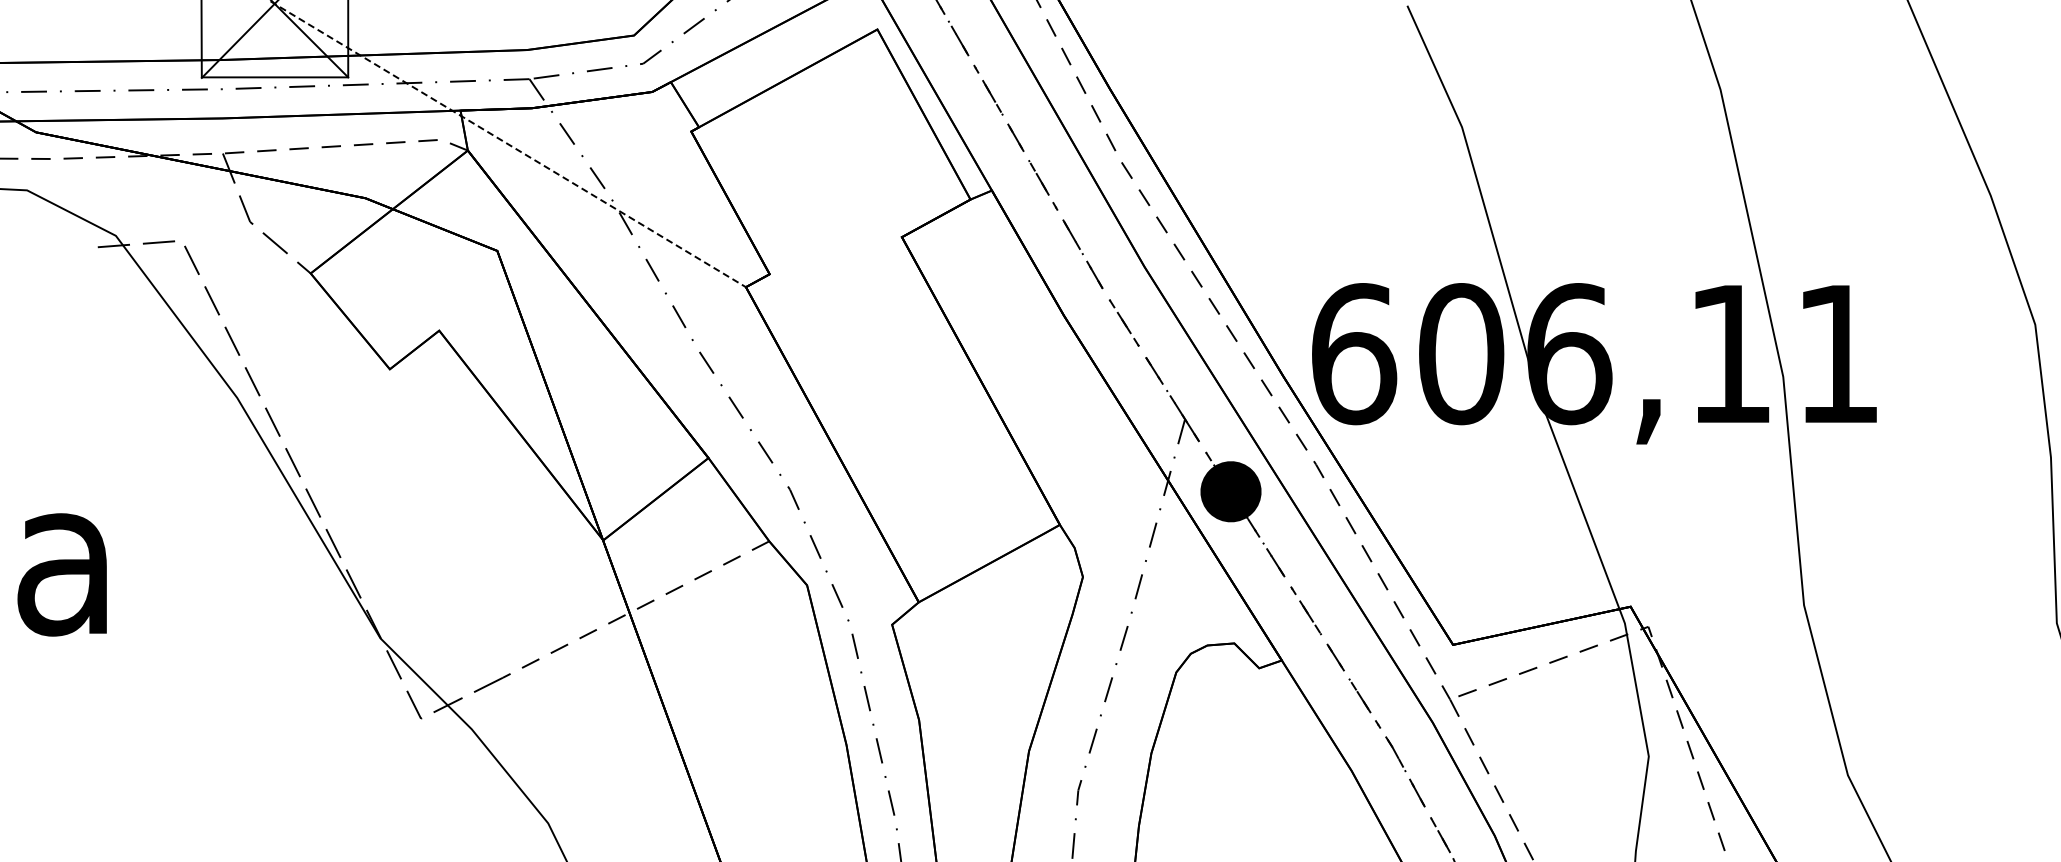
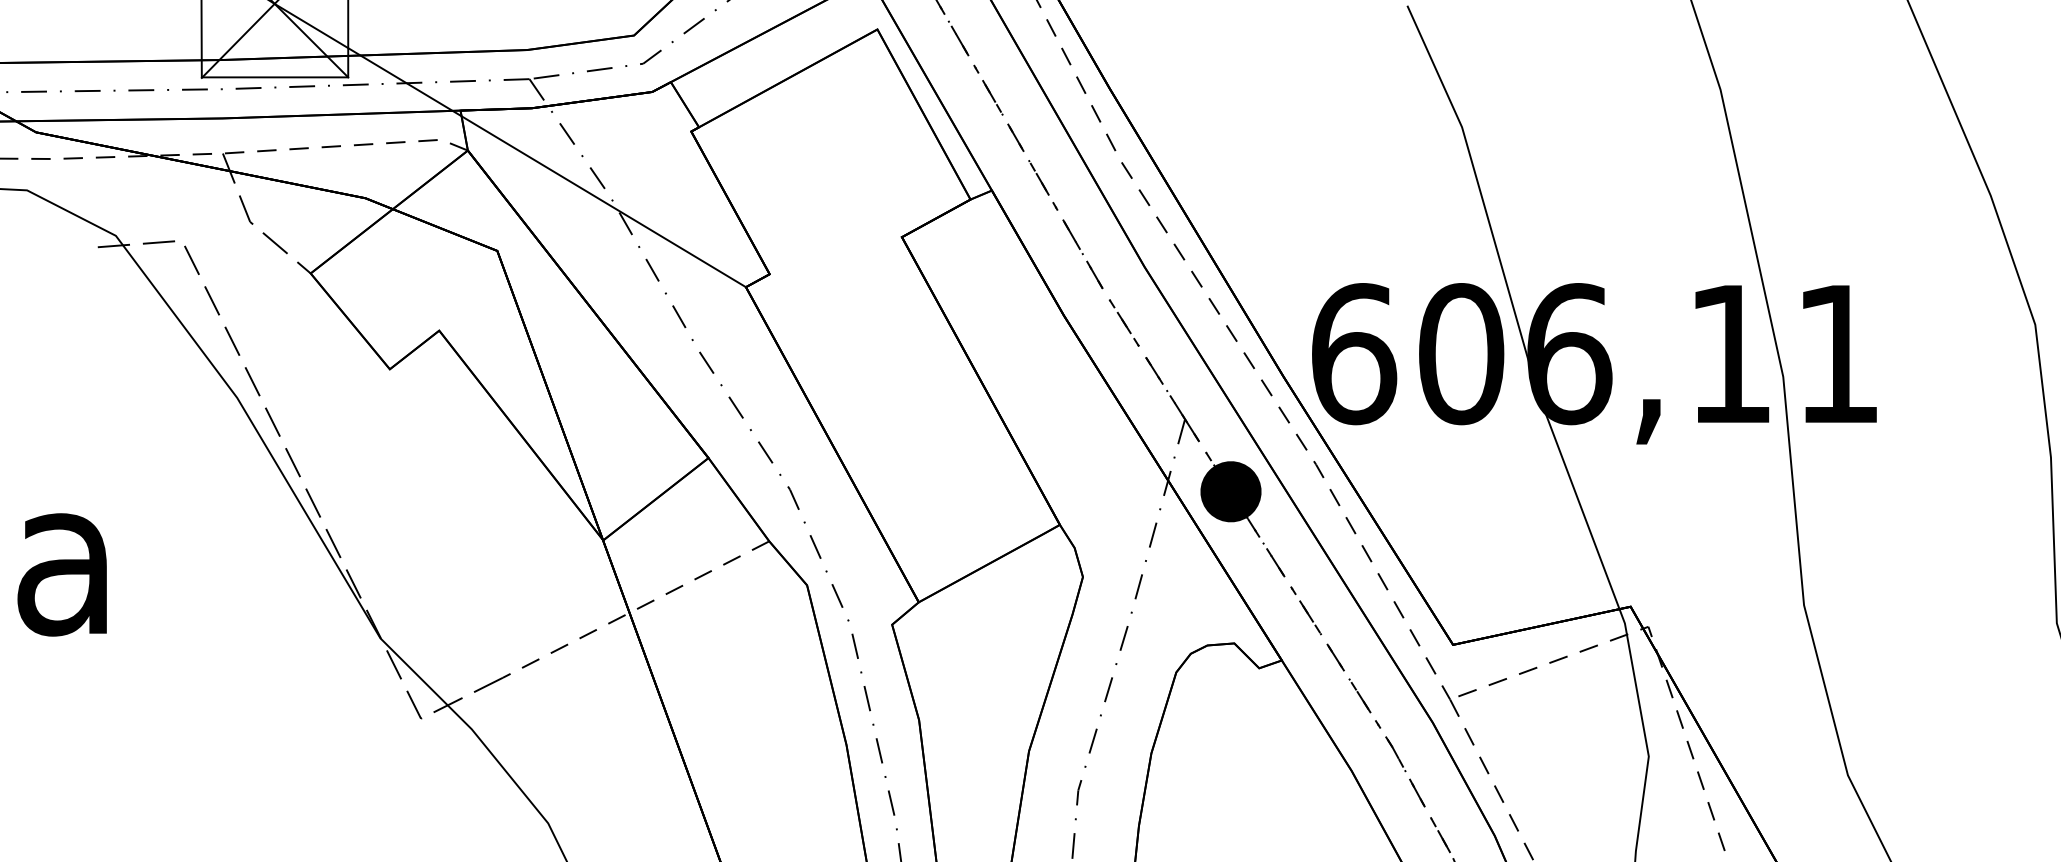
line at (506, 143): dashed -> solid
